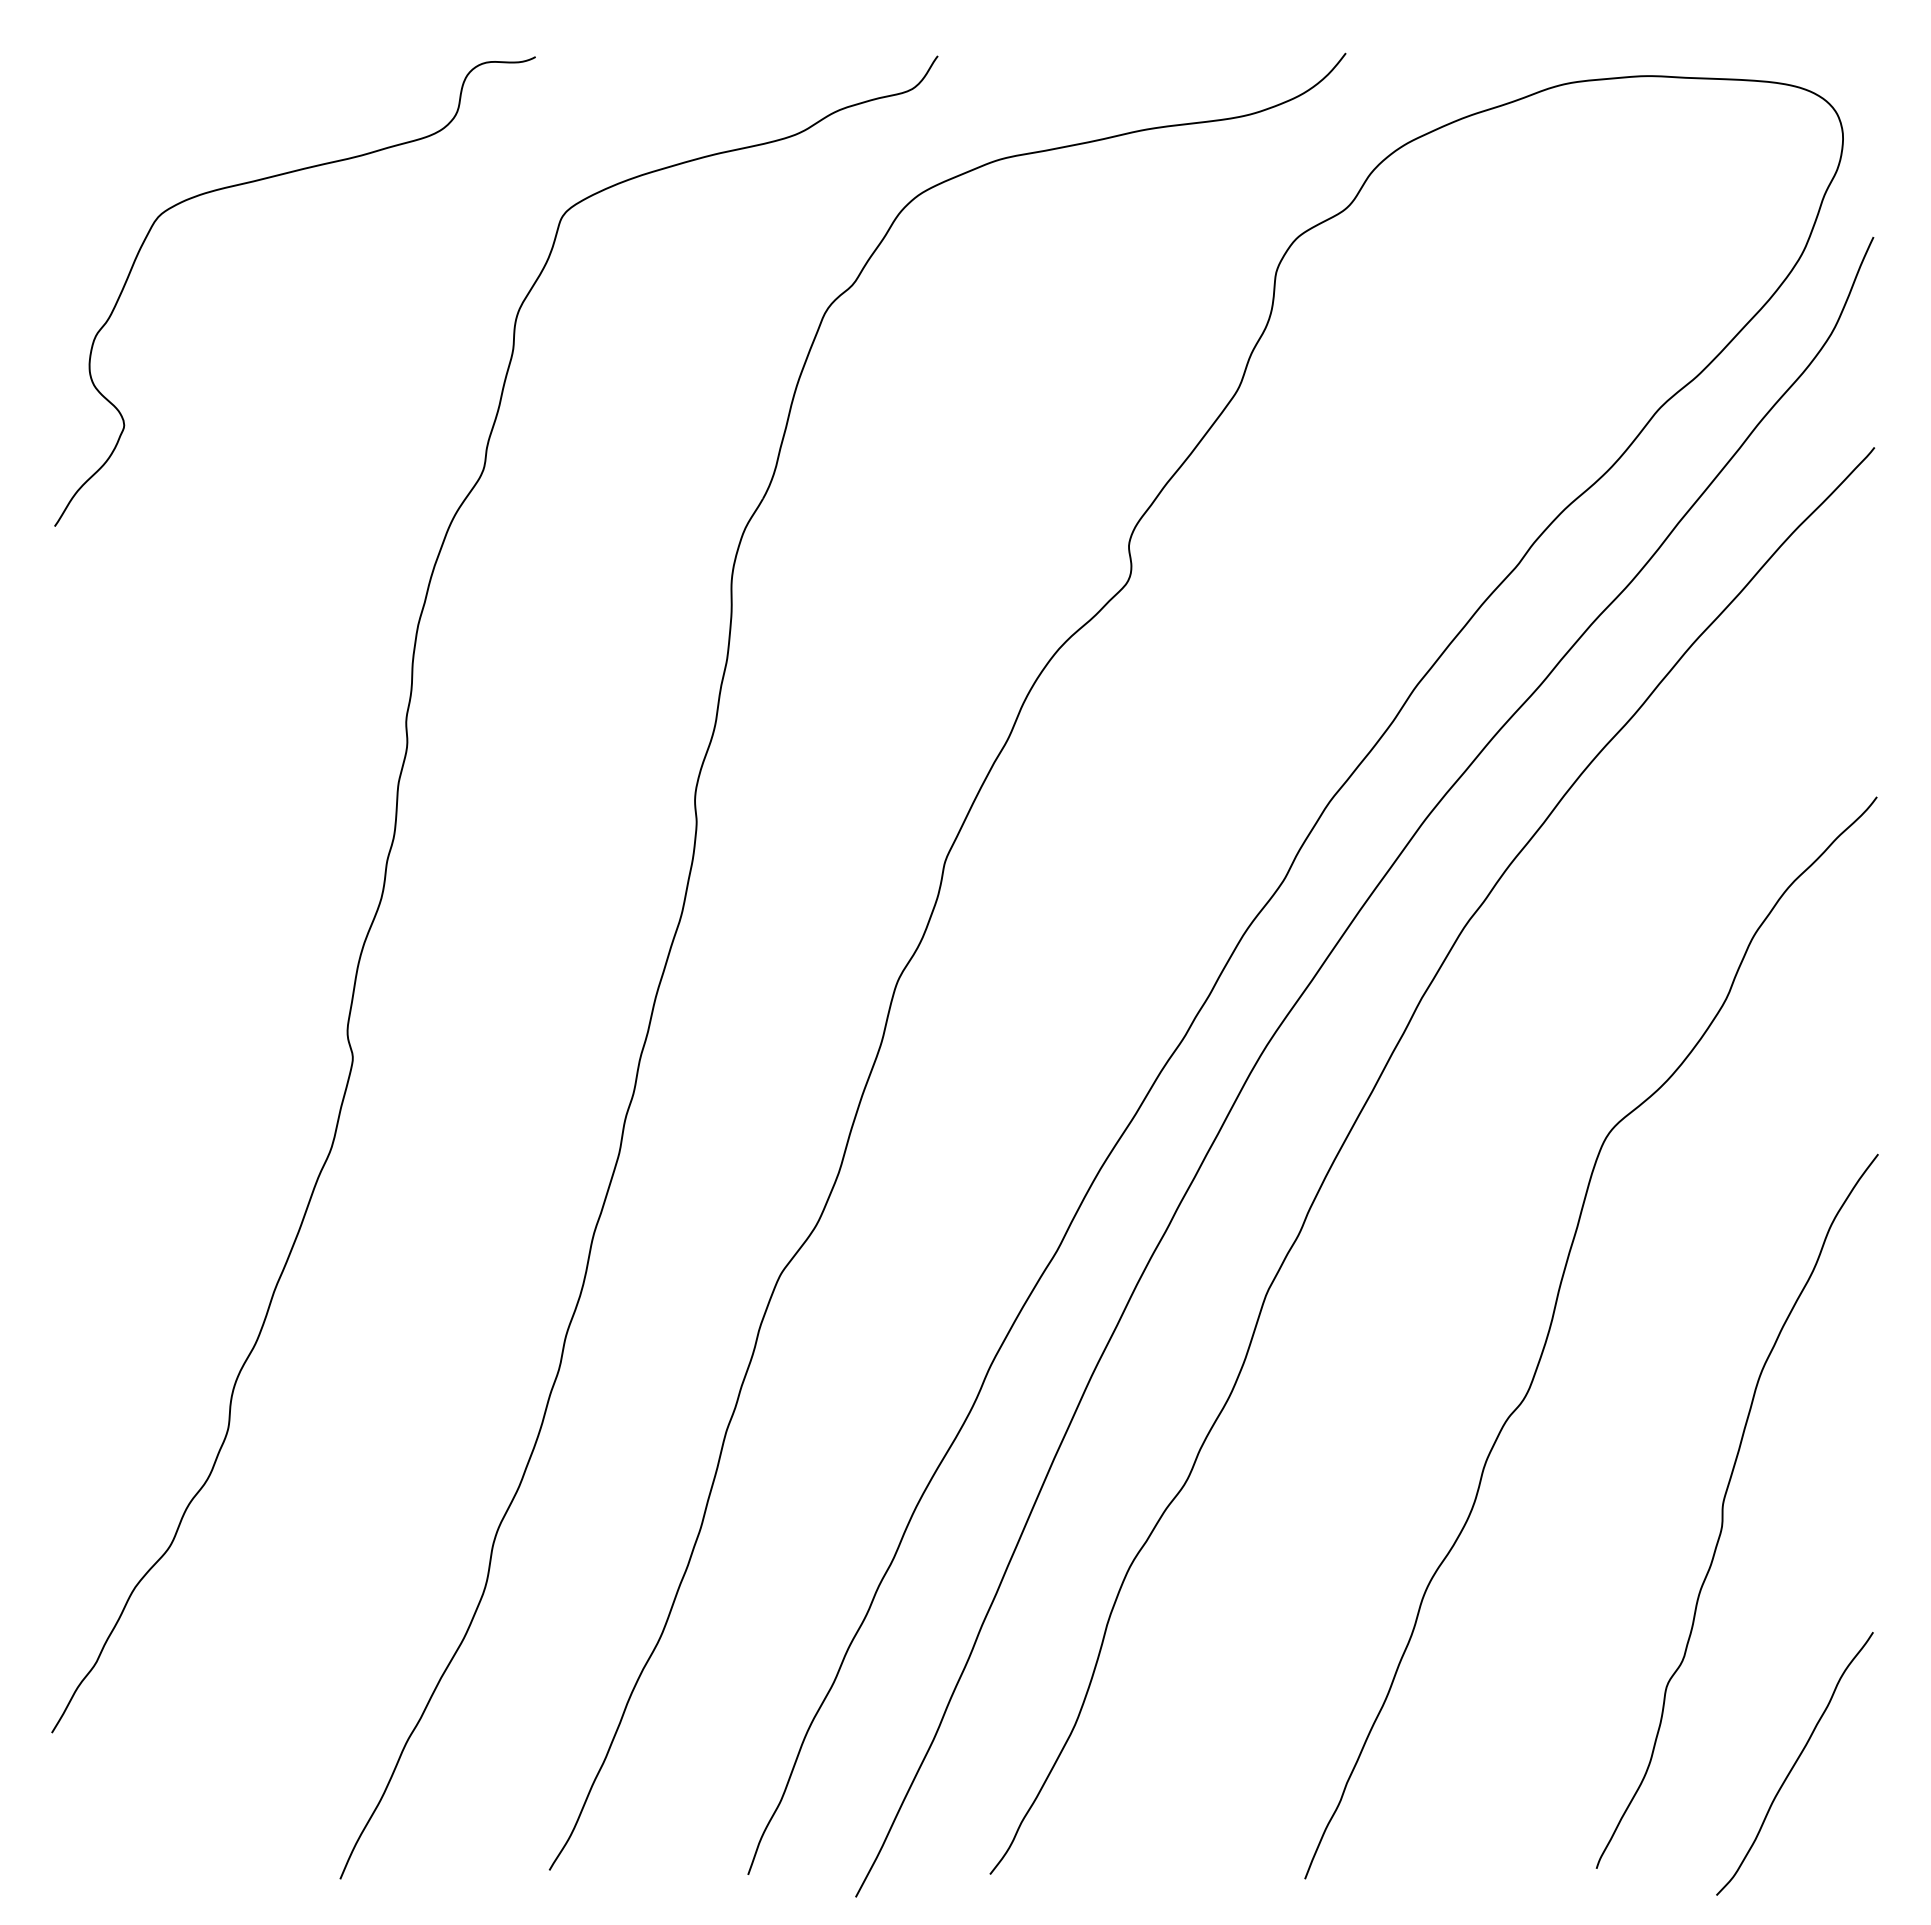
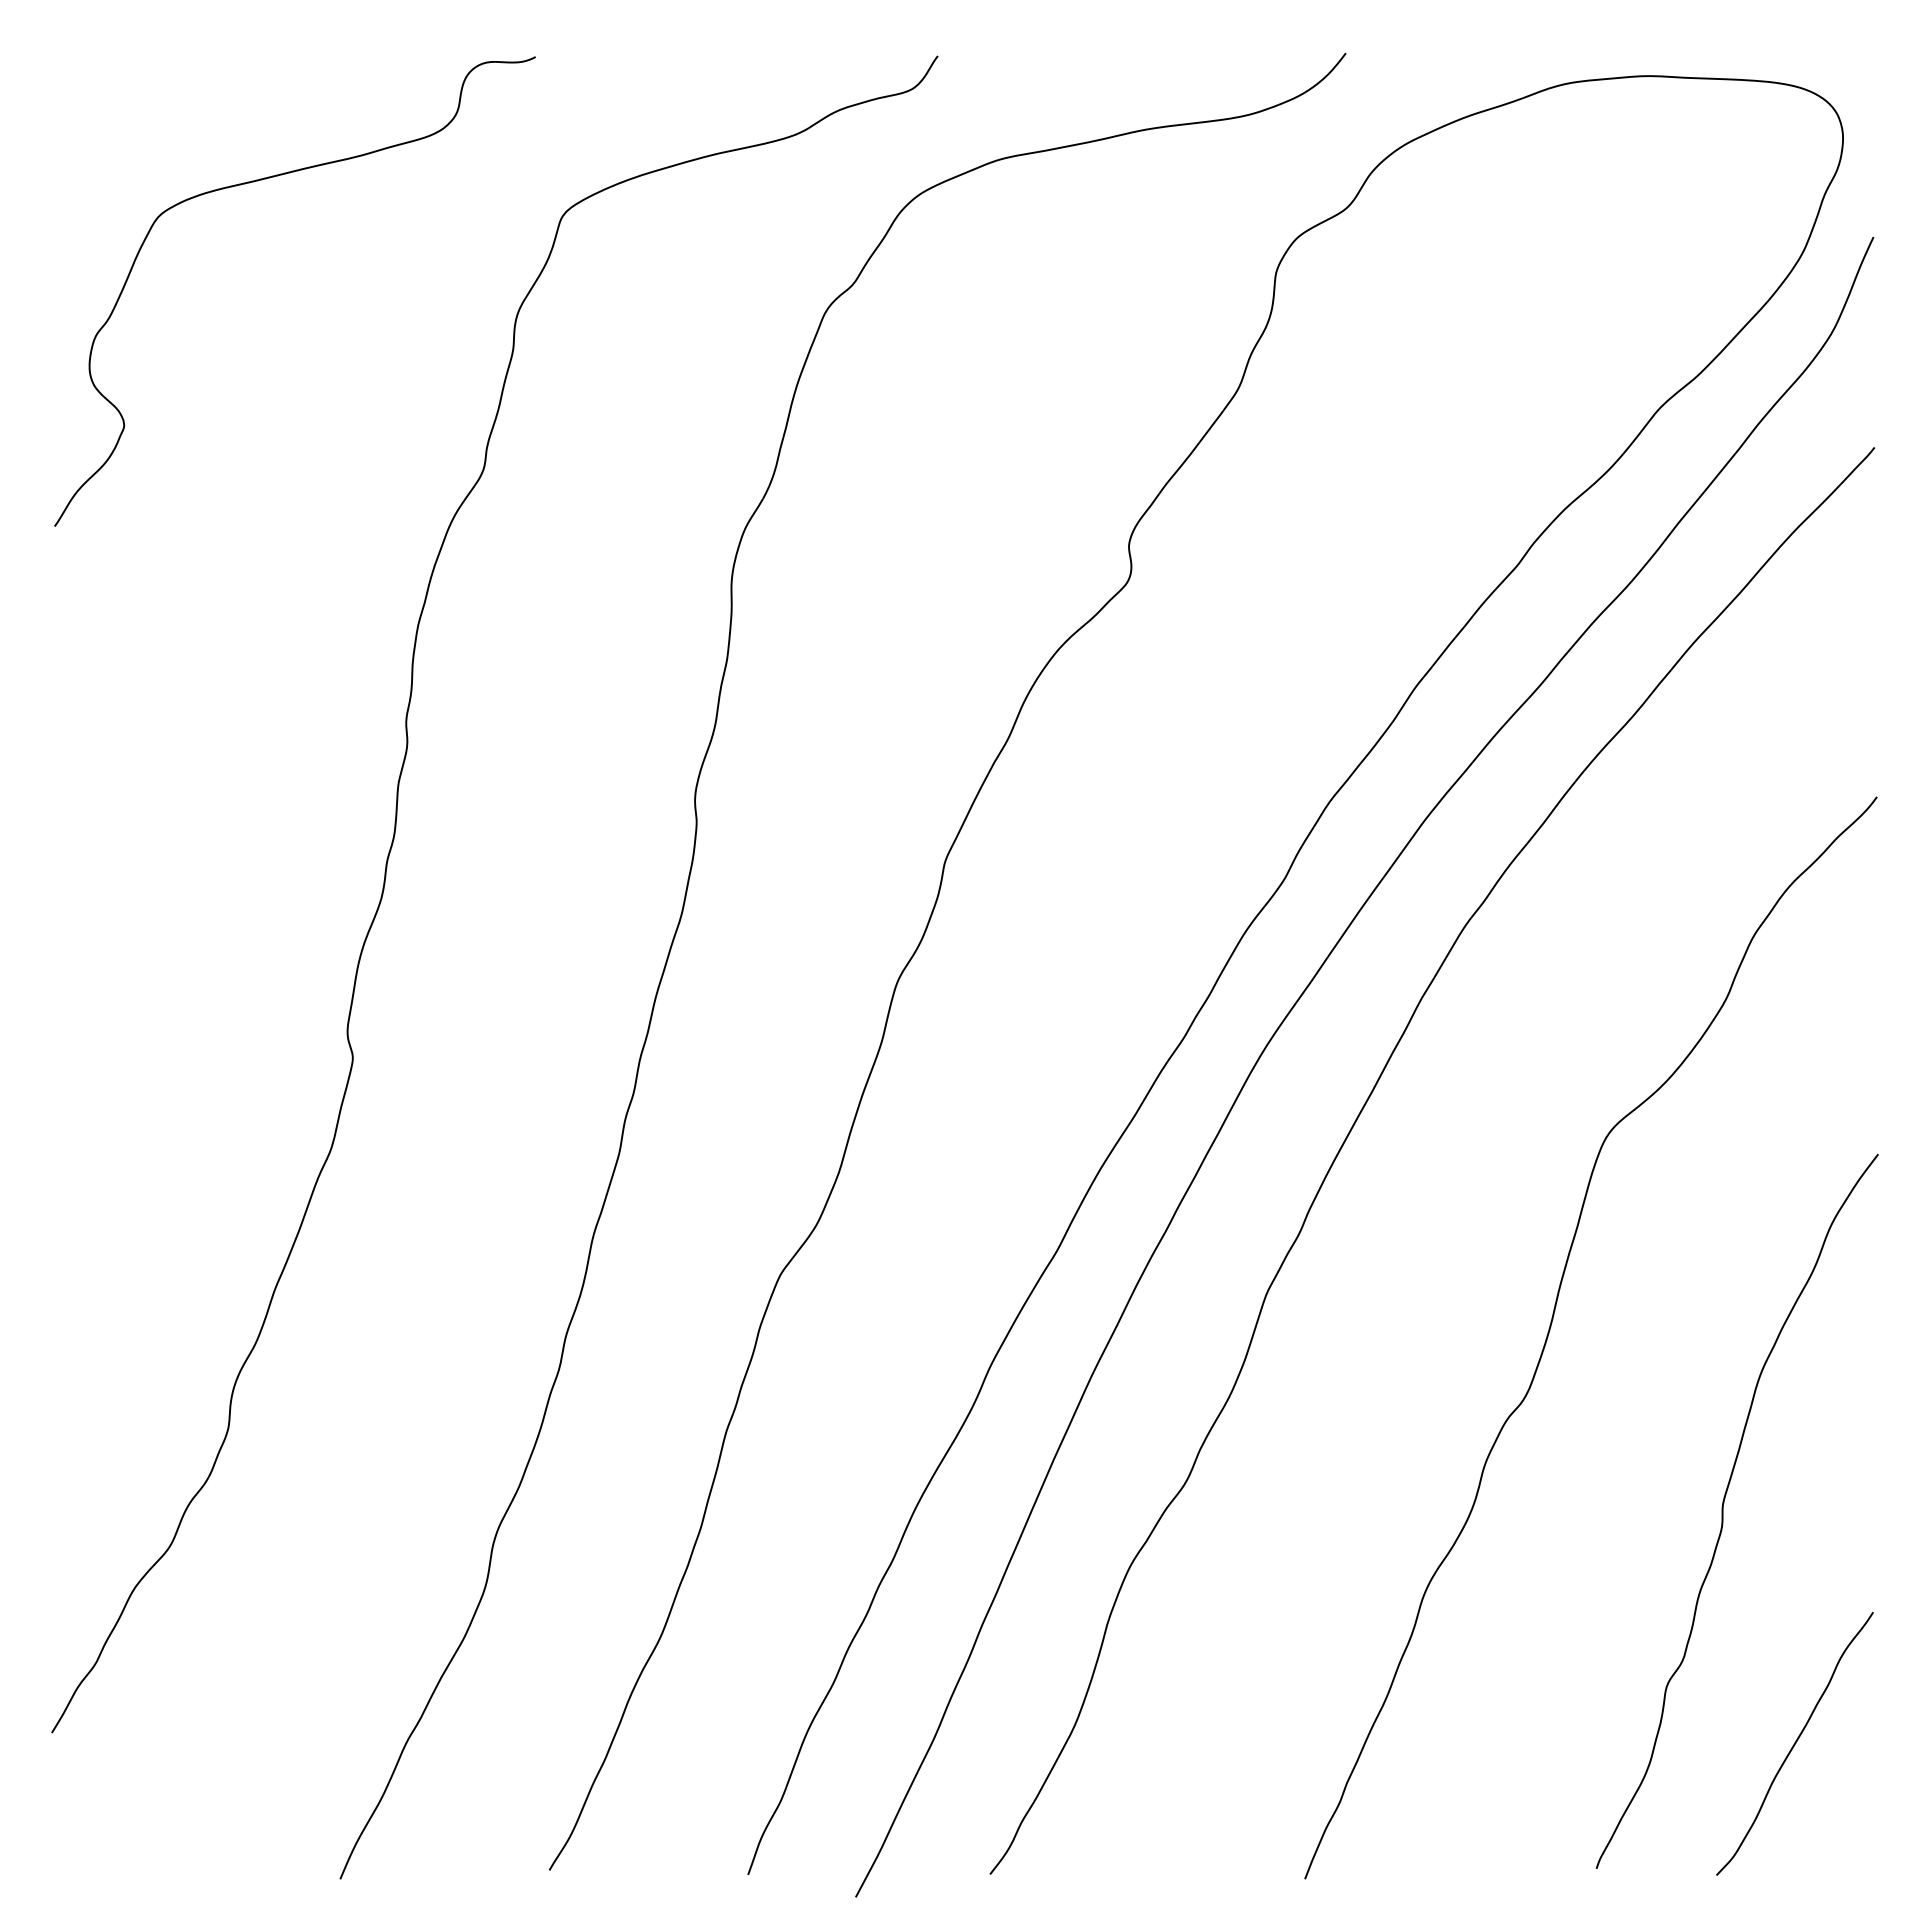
curve at (1794, 1763) position: (1794, 1763) -> (1794, 1743)
